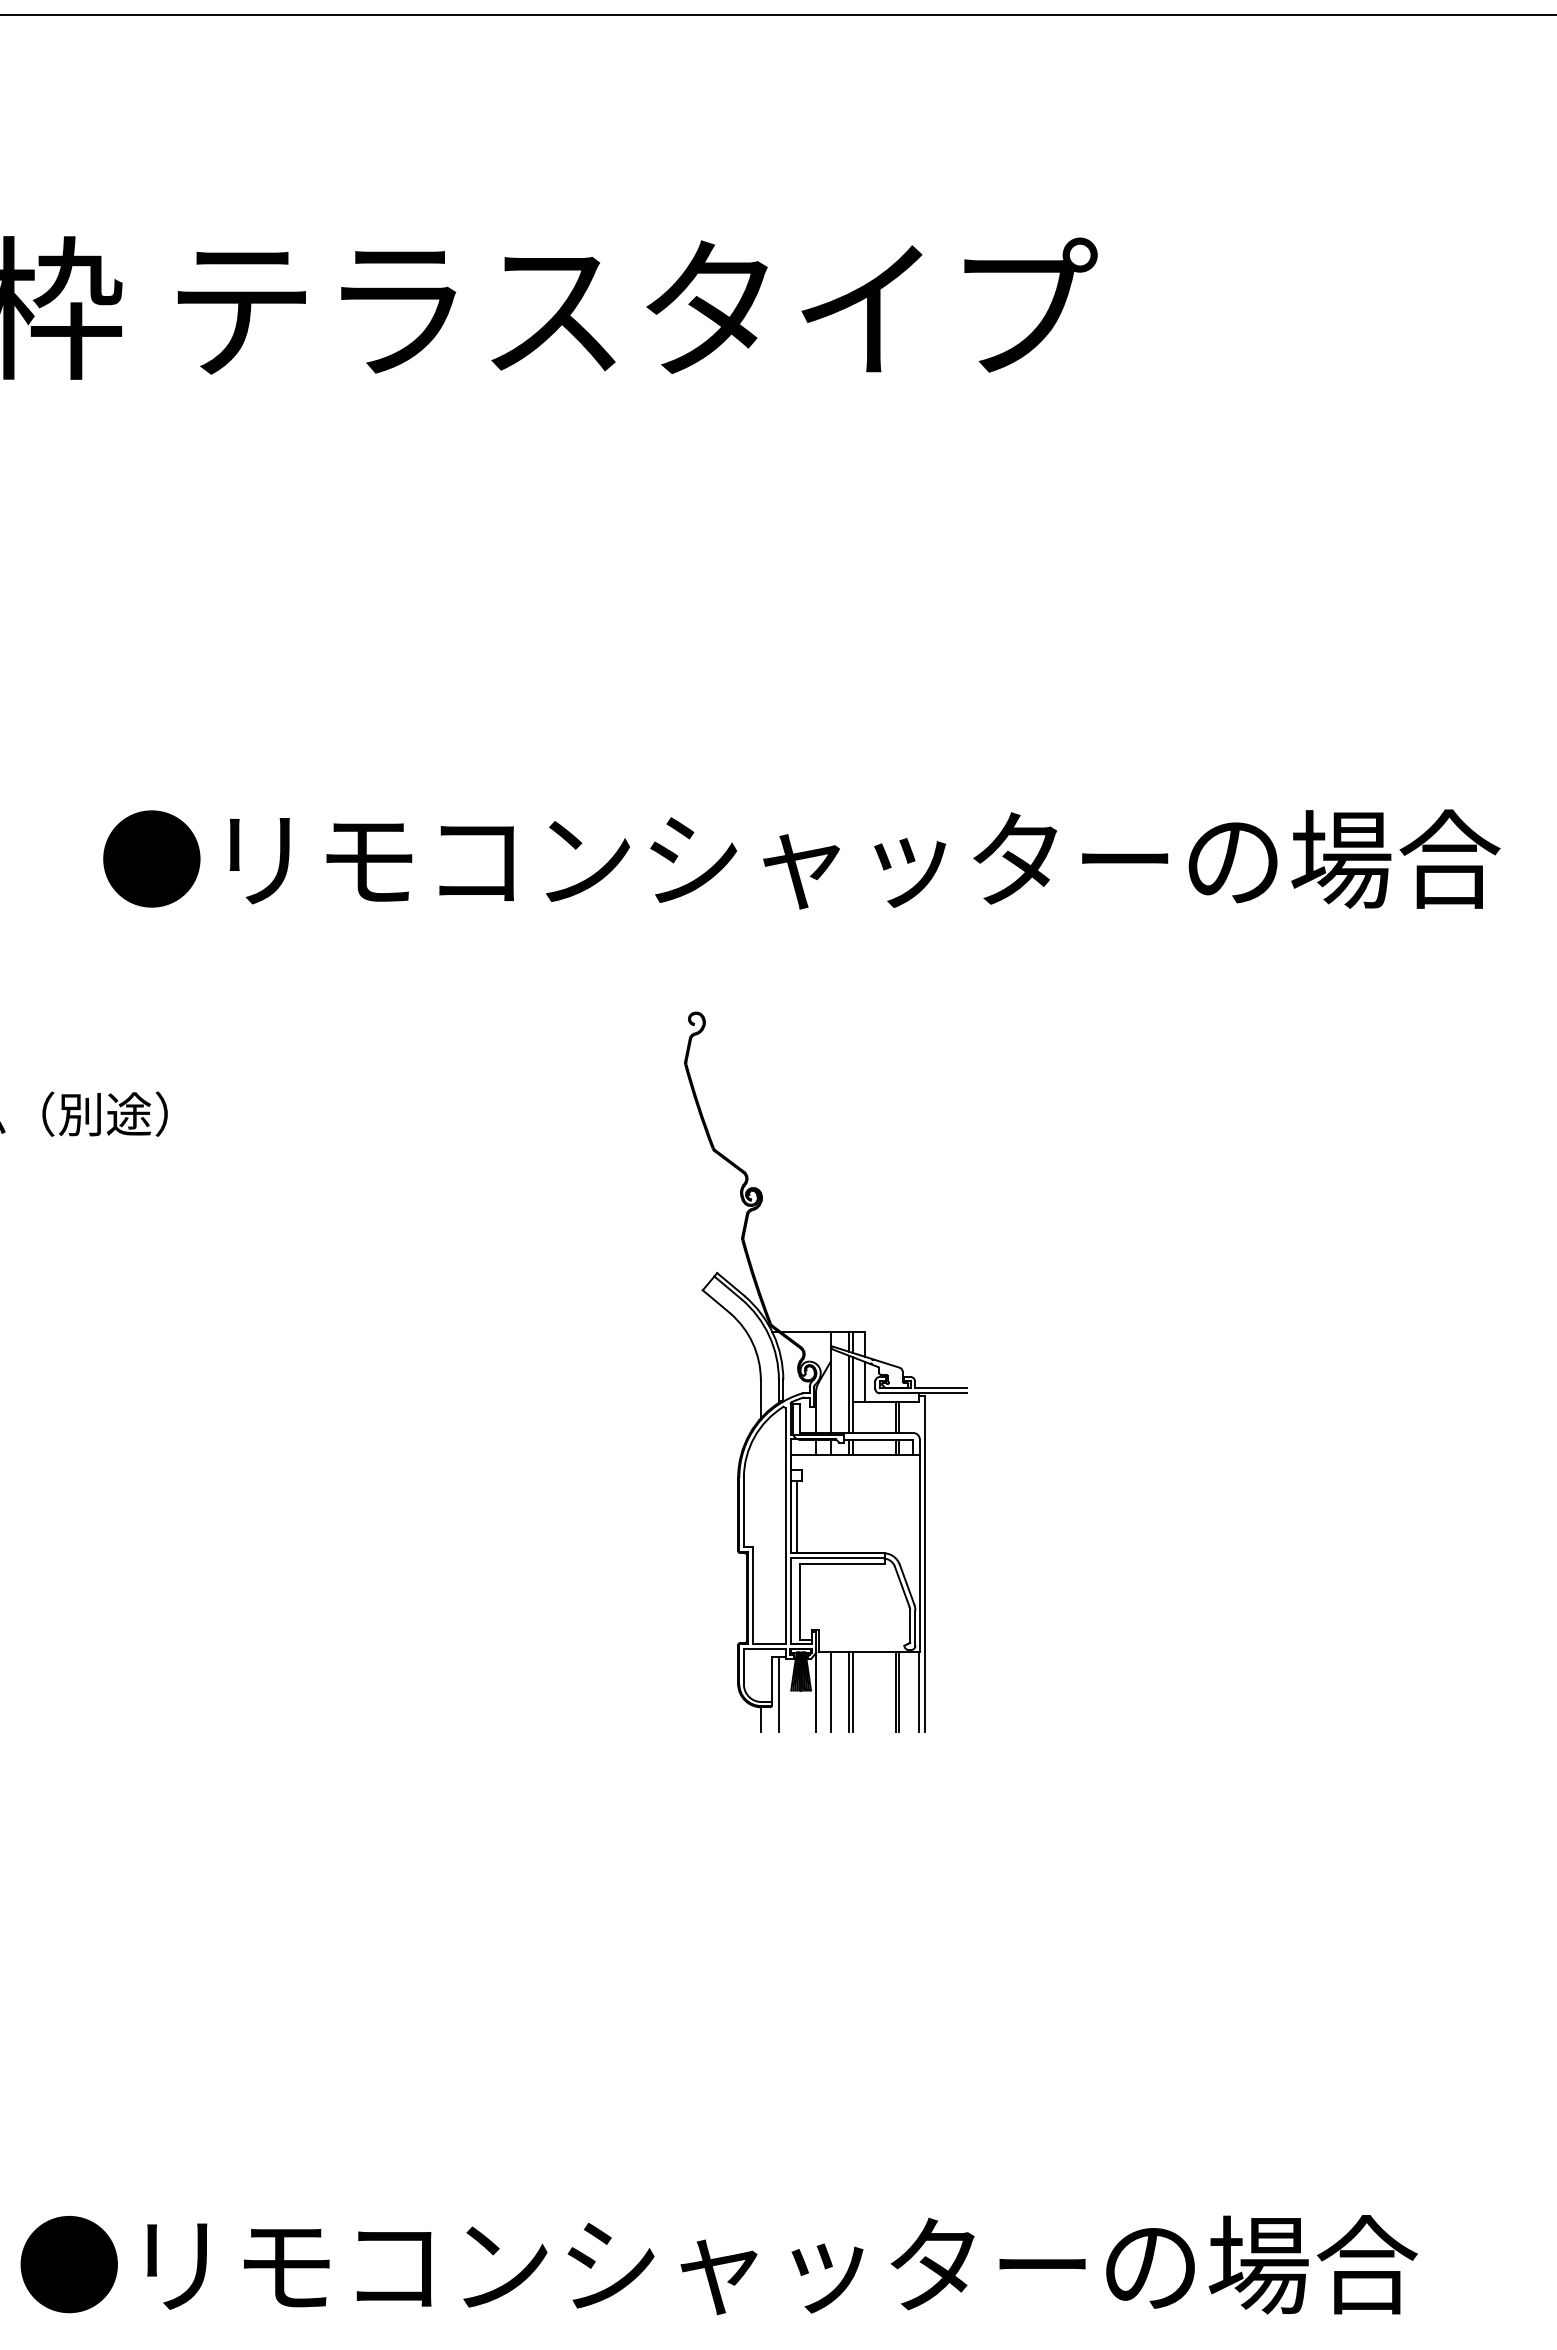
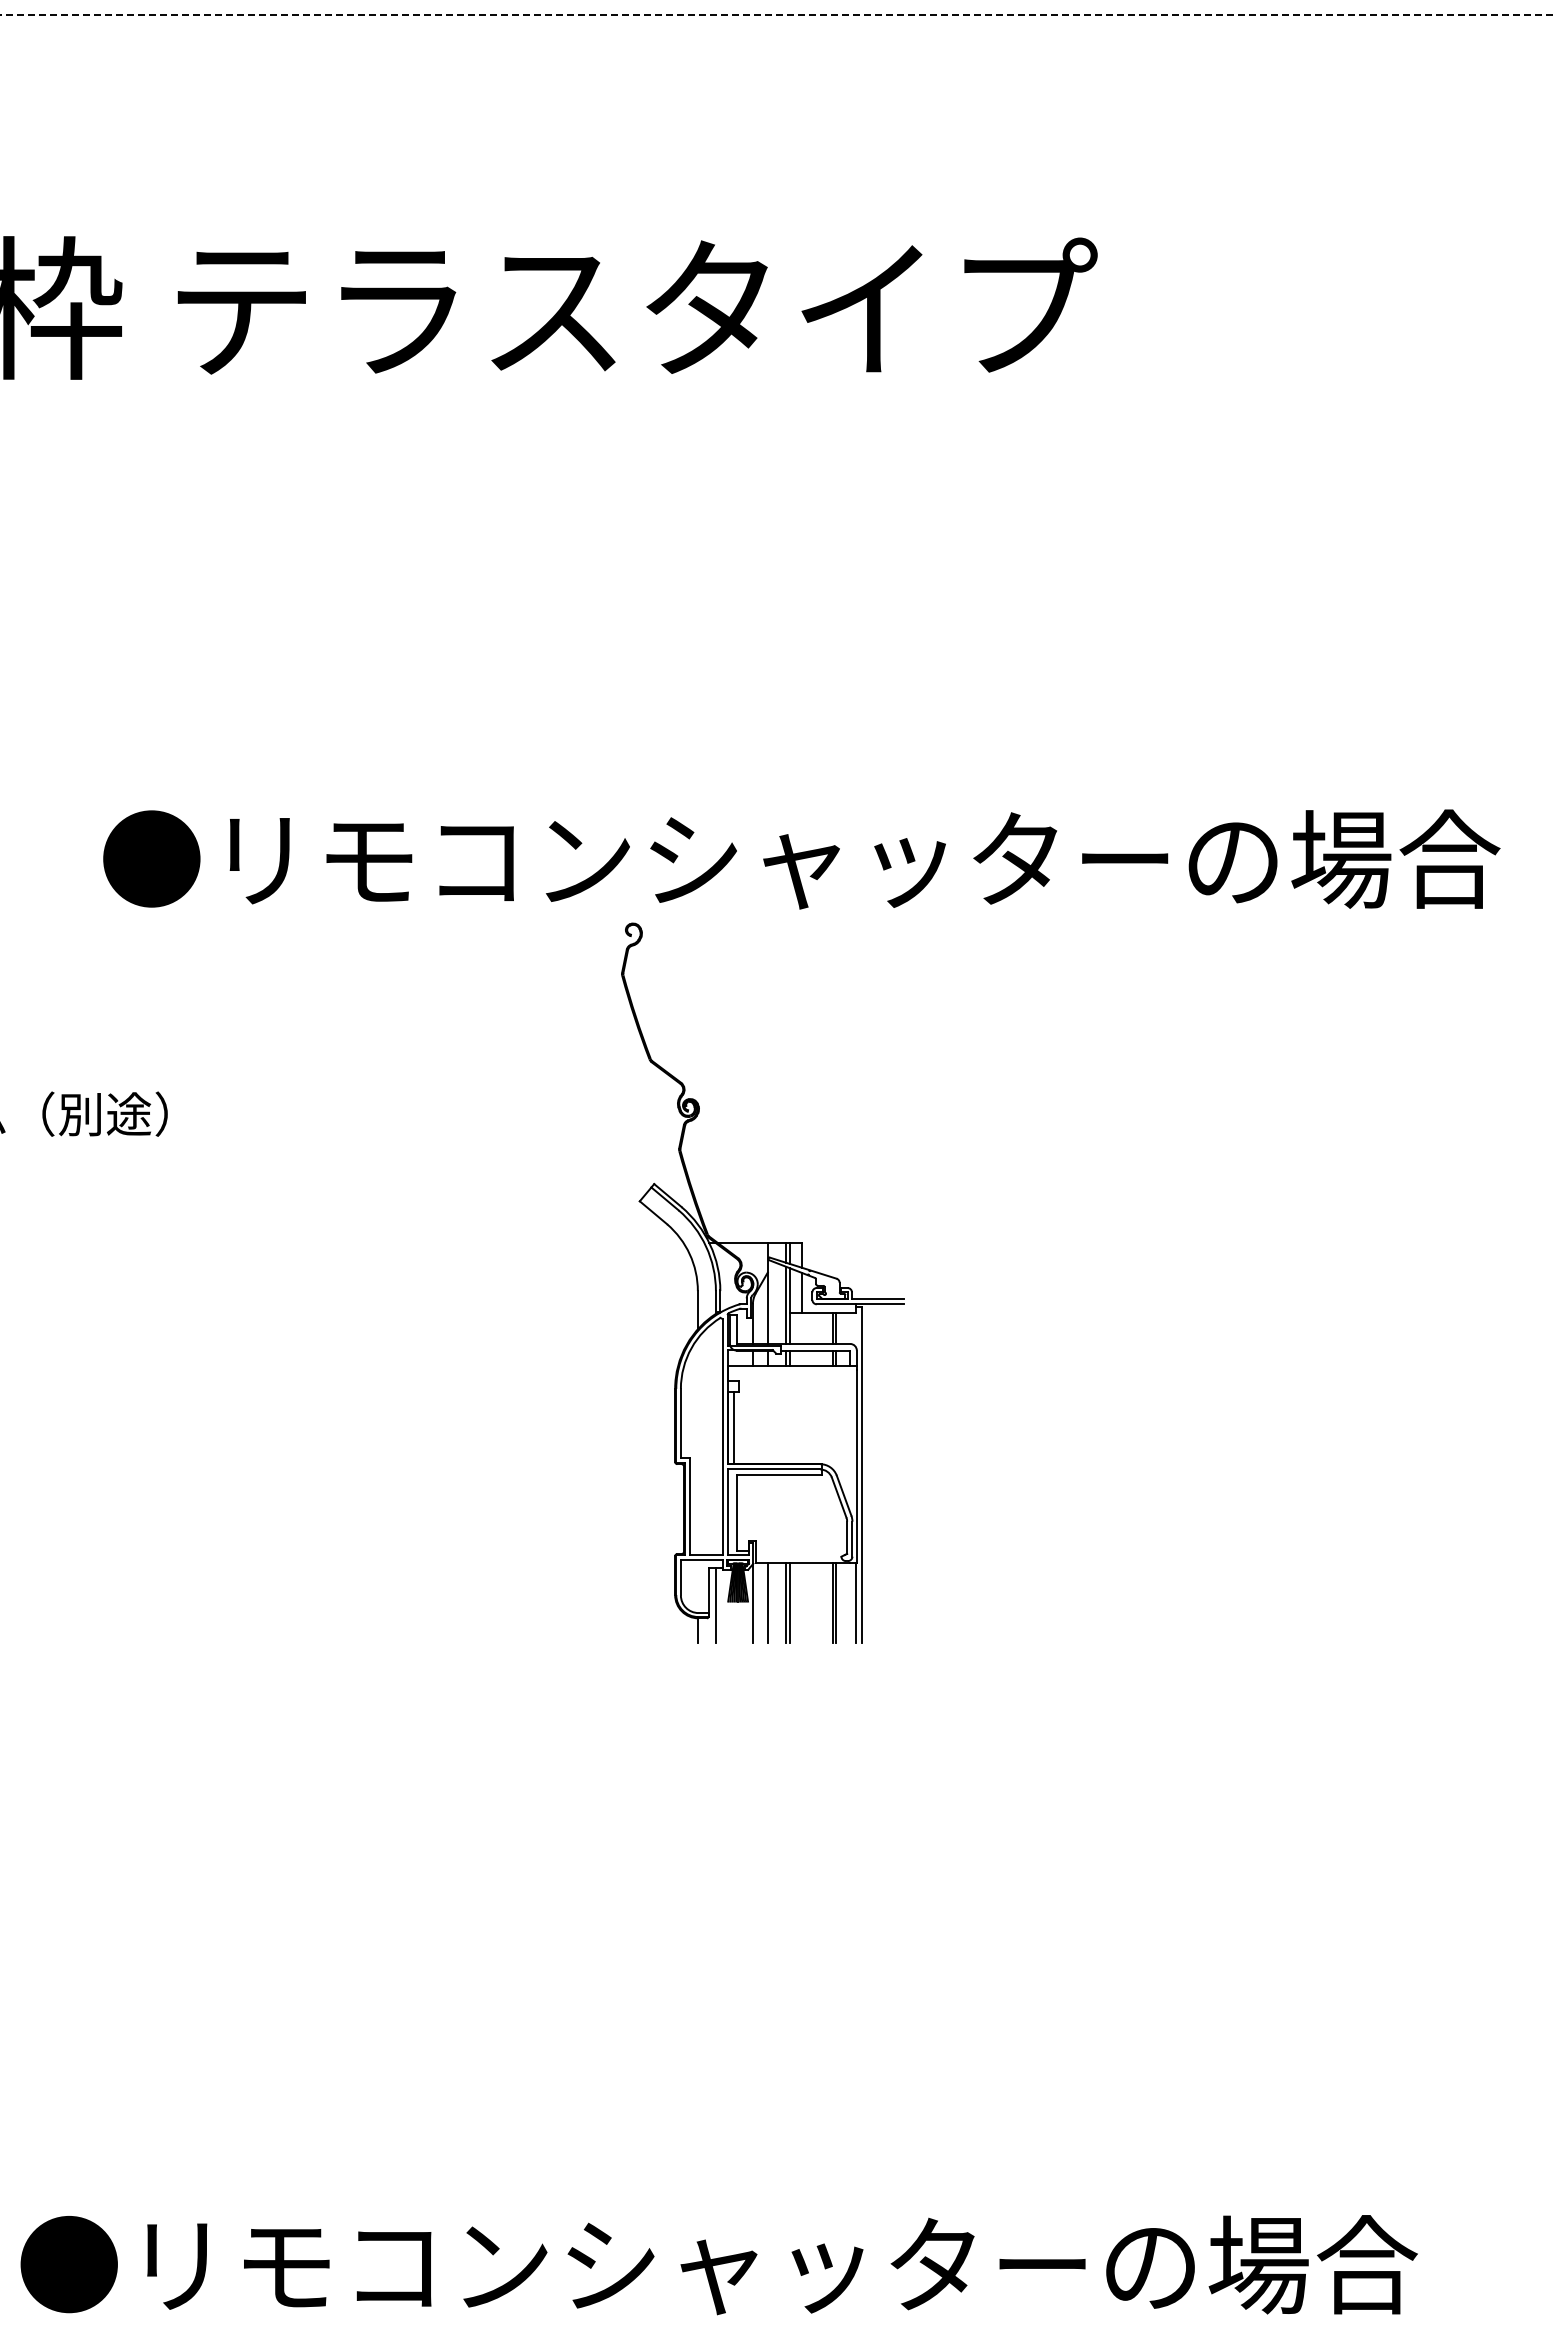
line at (778, 15): solid -> dashed
part at (825, 1371) position: (825, 1371) -> (762, 1282)
